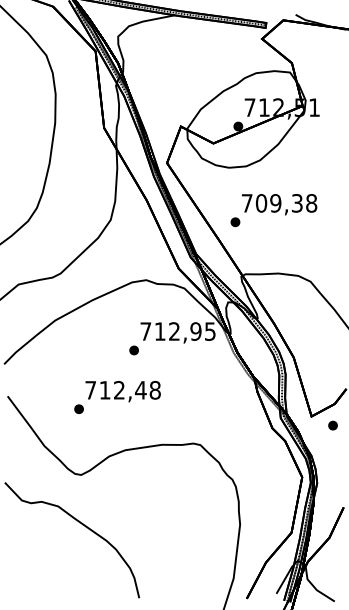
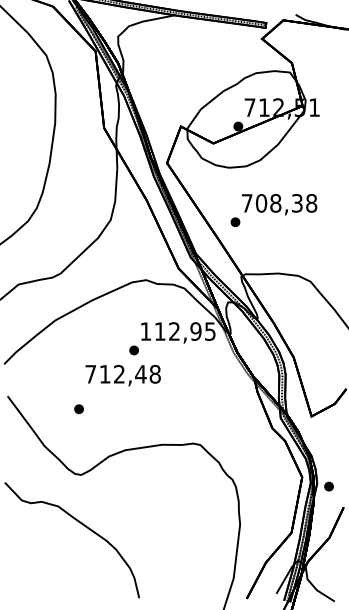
text at (275, 203): 709,38 -> 708,38
text at (145, 331): 712,95 -> 112,95
text at (122, 391) position: (122, 391) -> (122, 375)
part at (332, 425) position: (332, 425) -> (328, 486)
